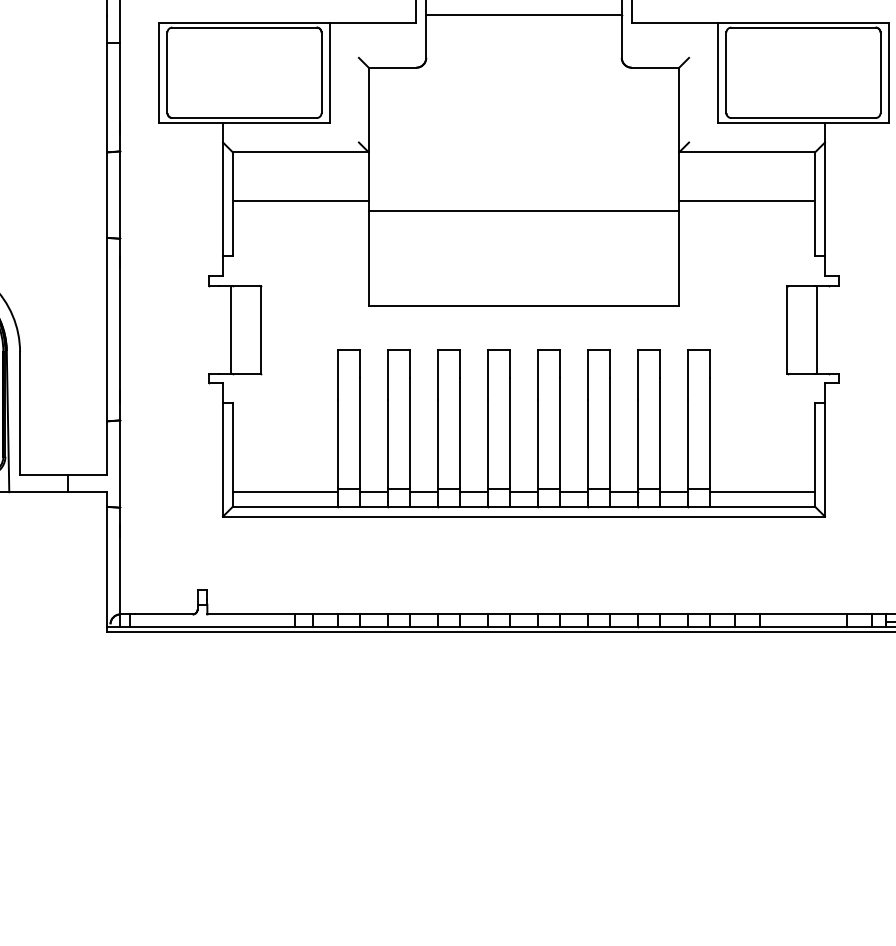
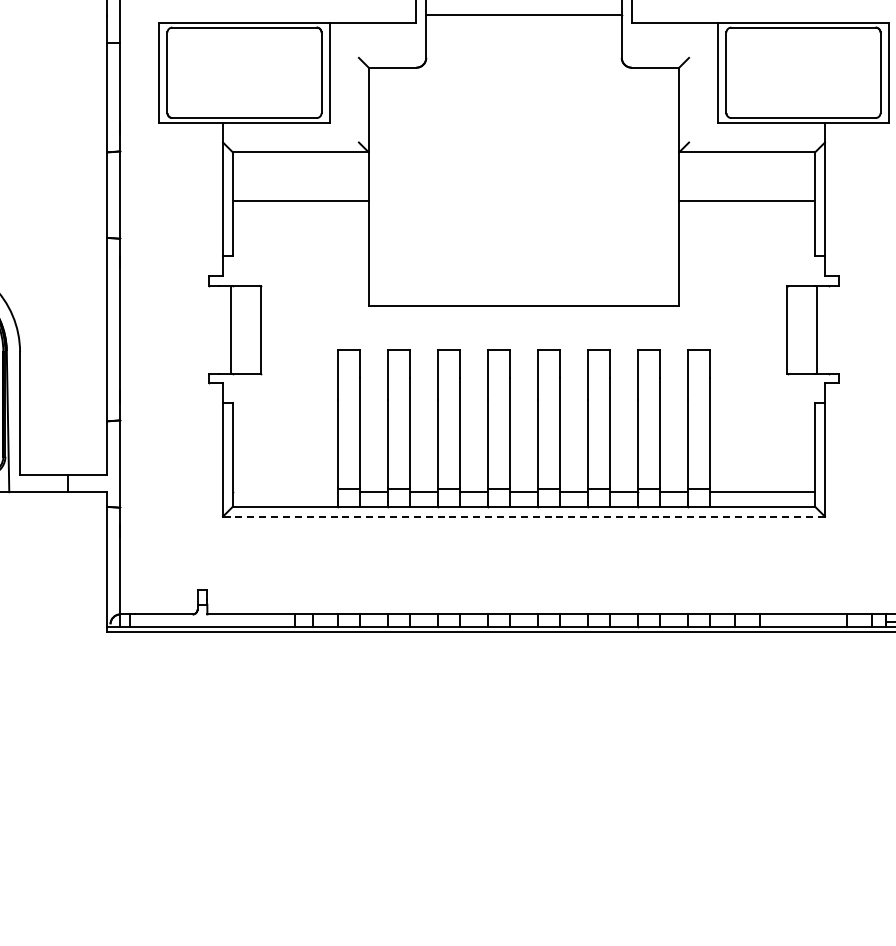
line at (523, 210): present -> none
line at (285, 492): present -> none
line at (524, 516): solid -> dashed
